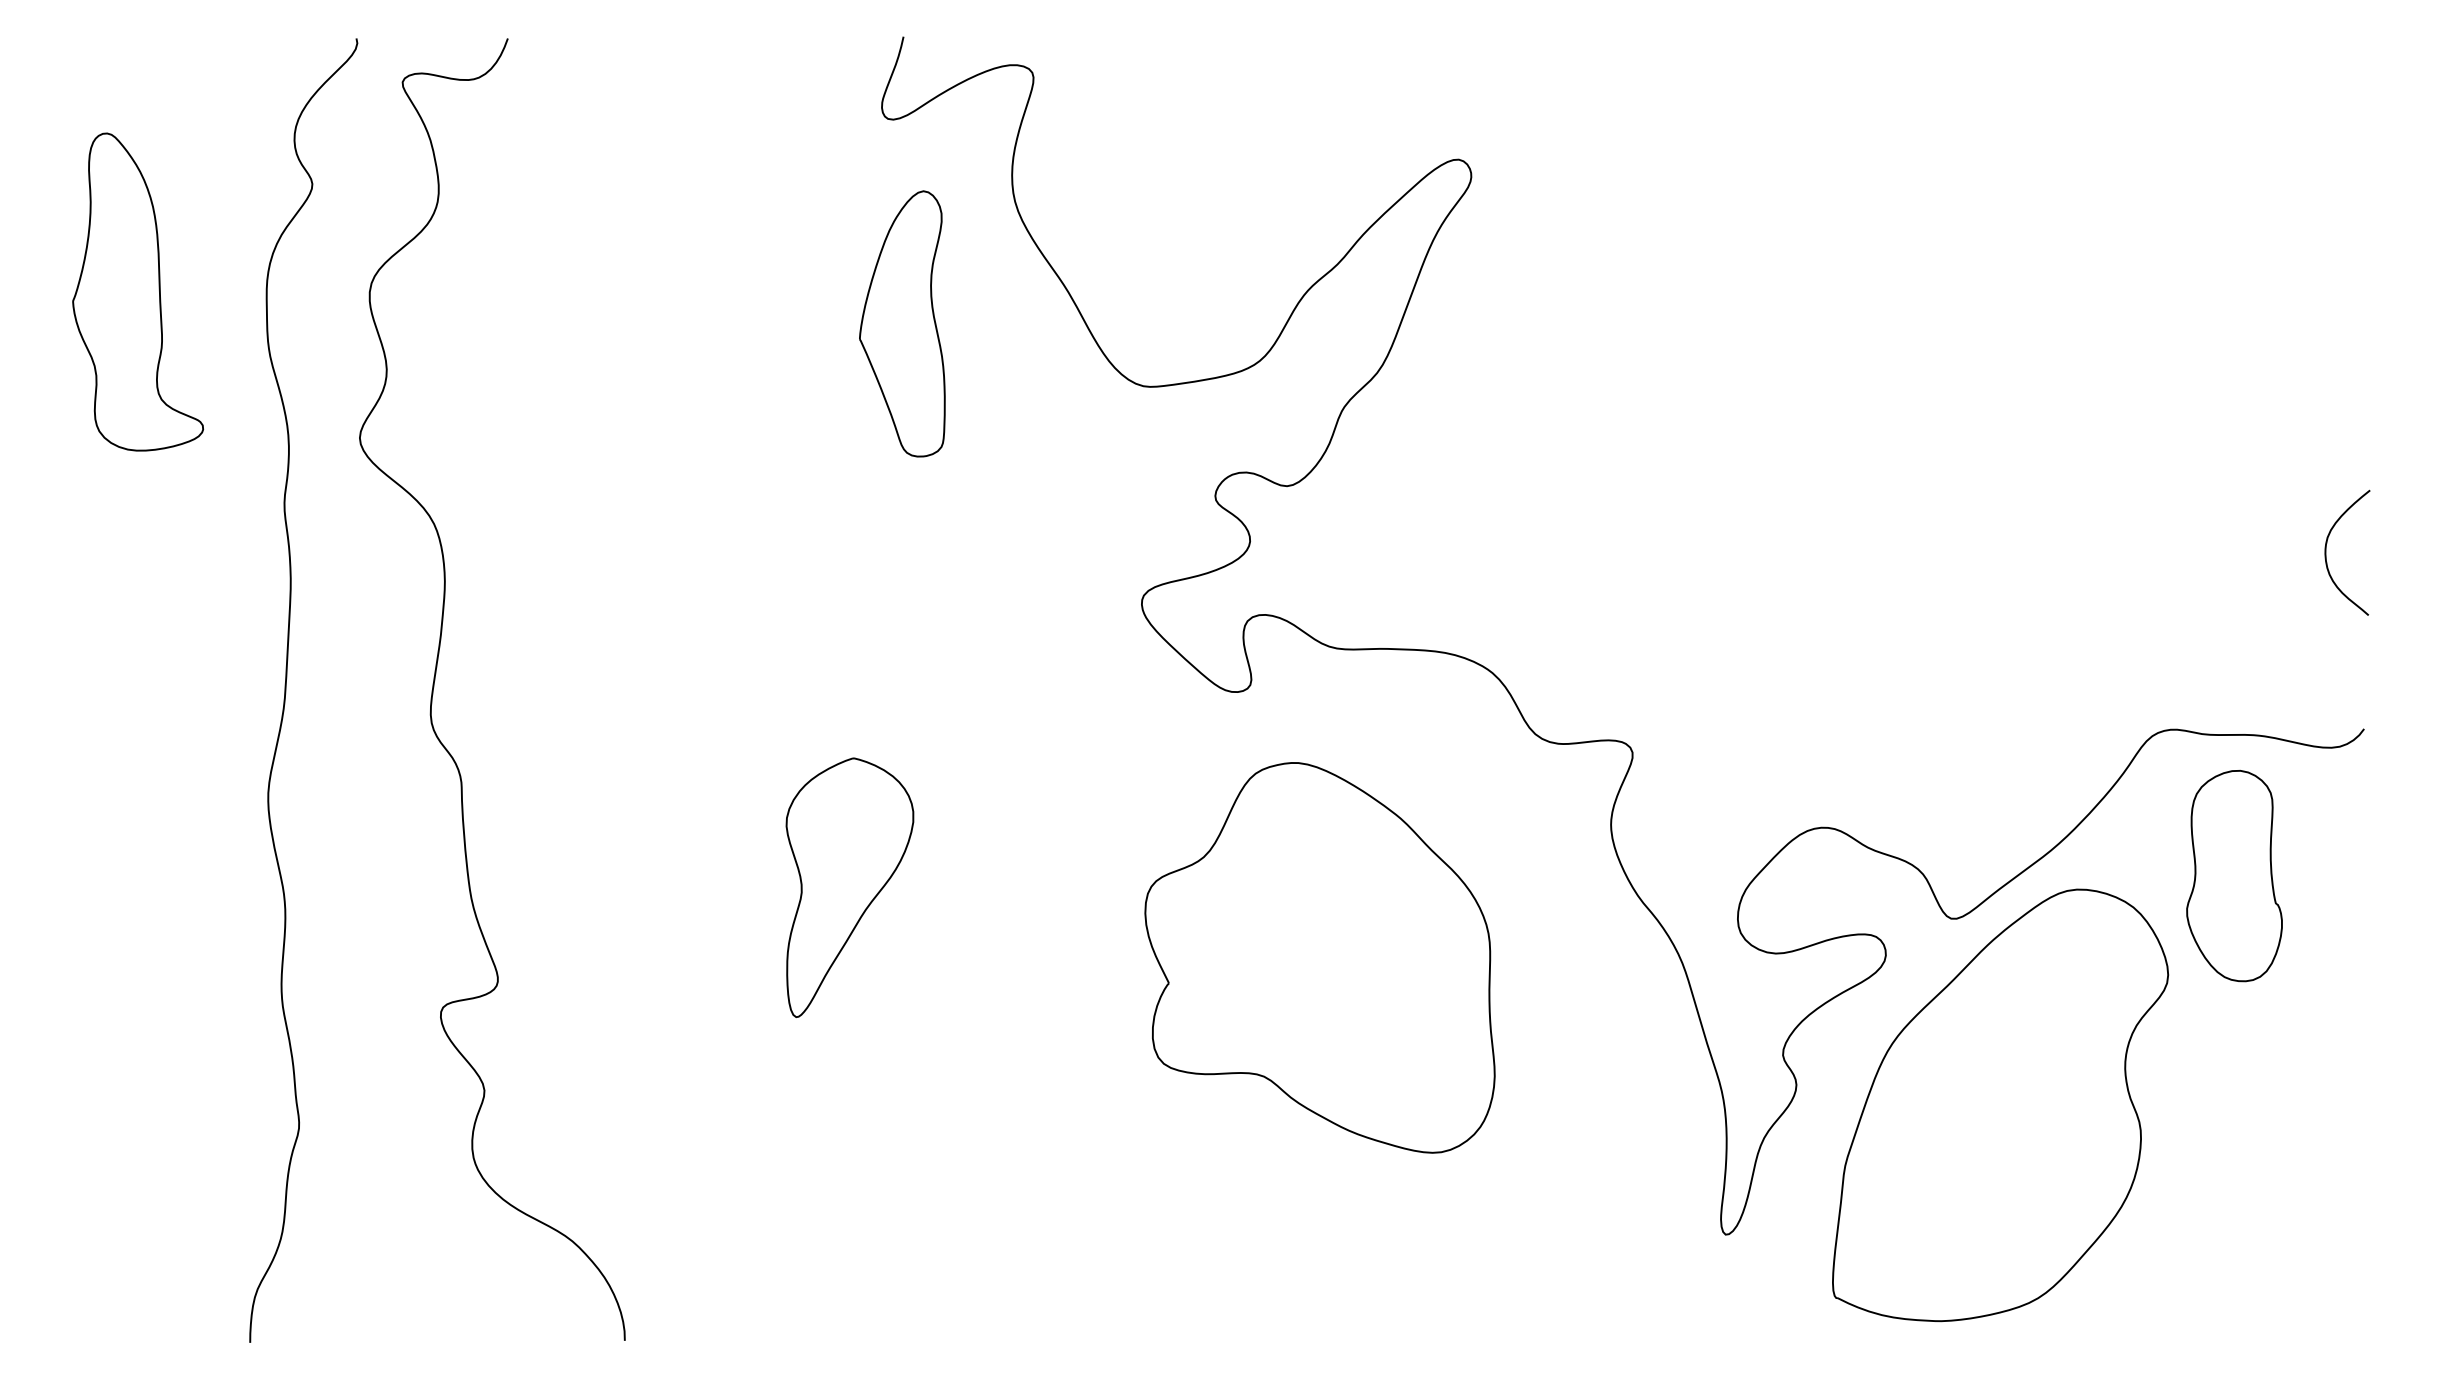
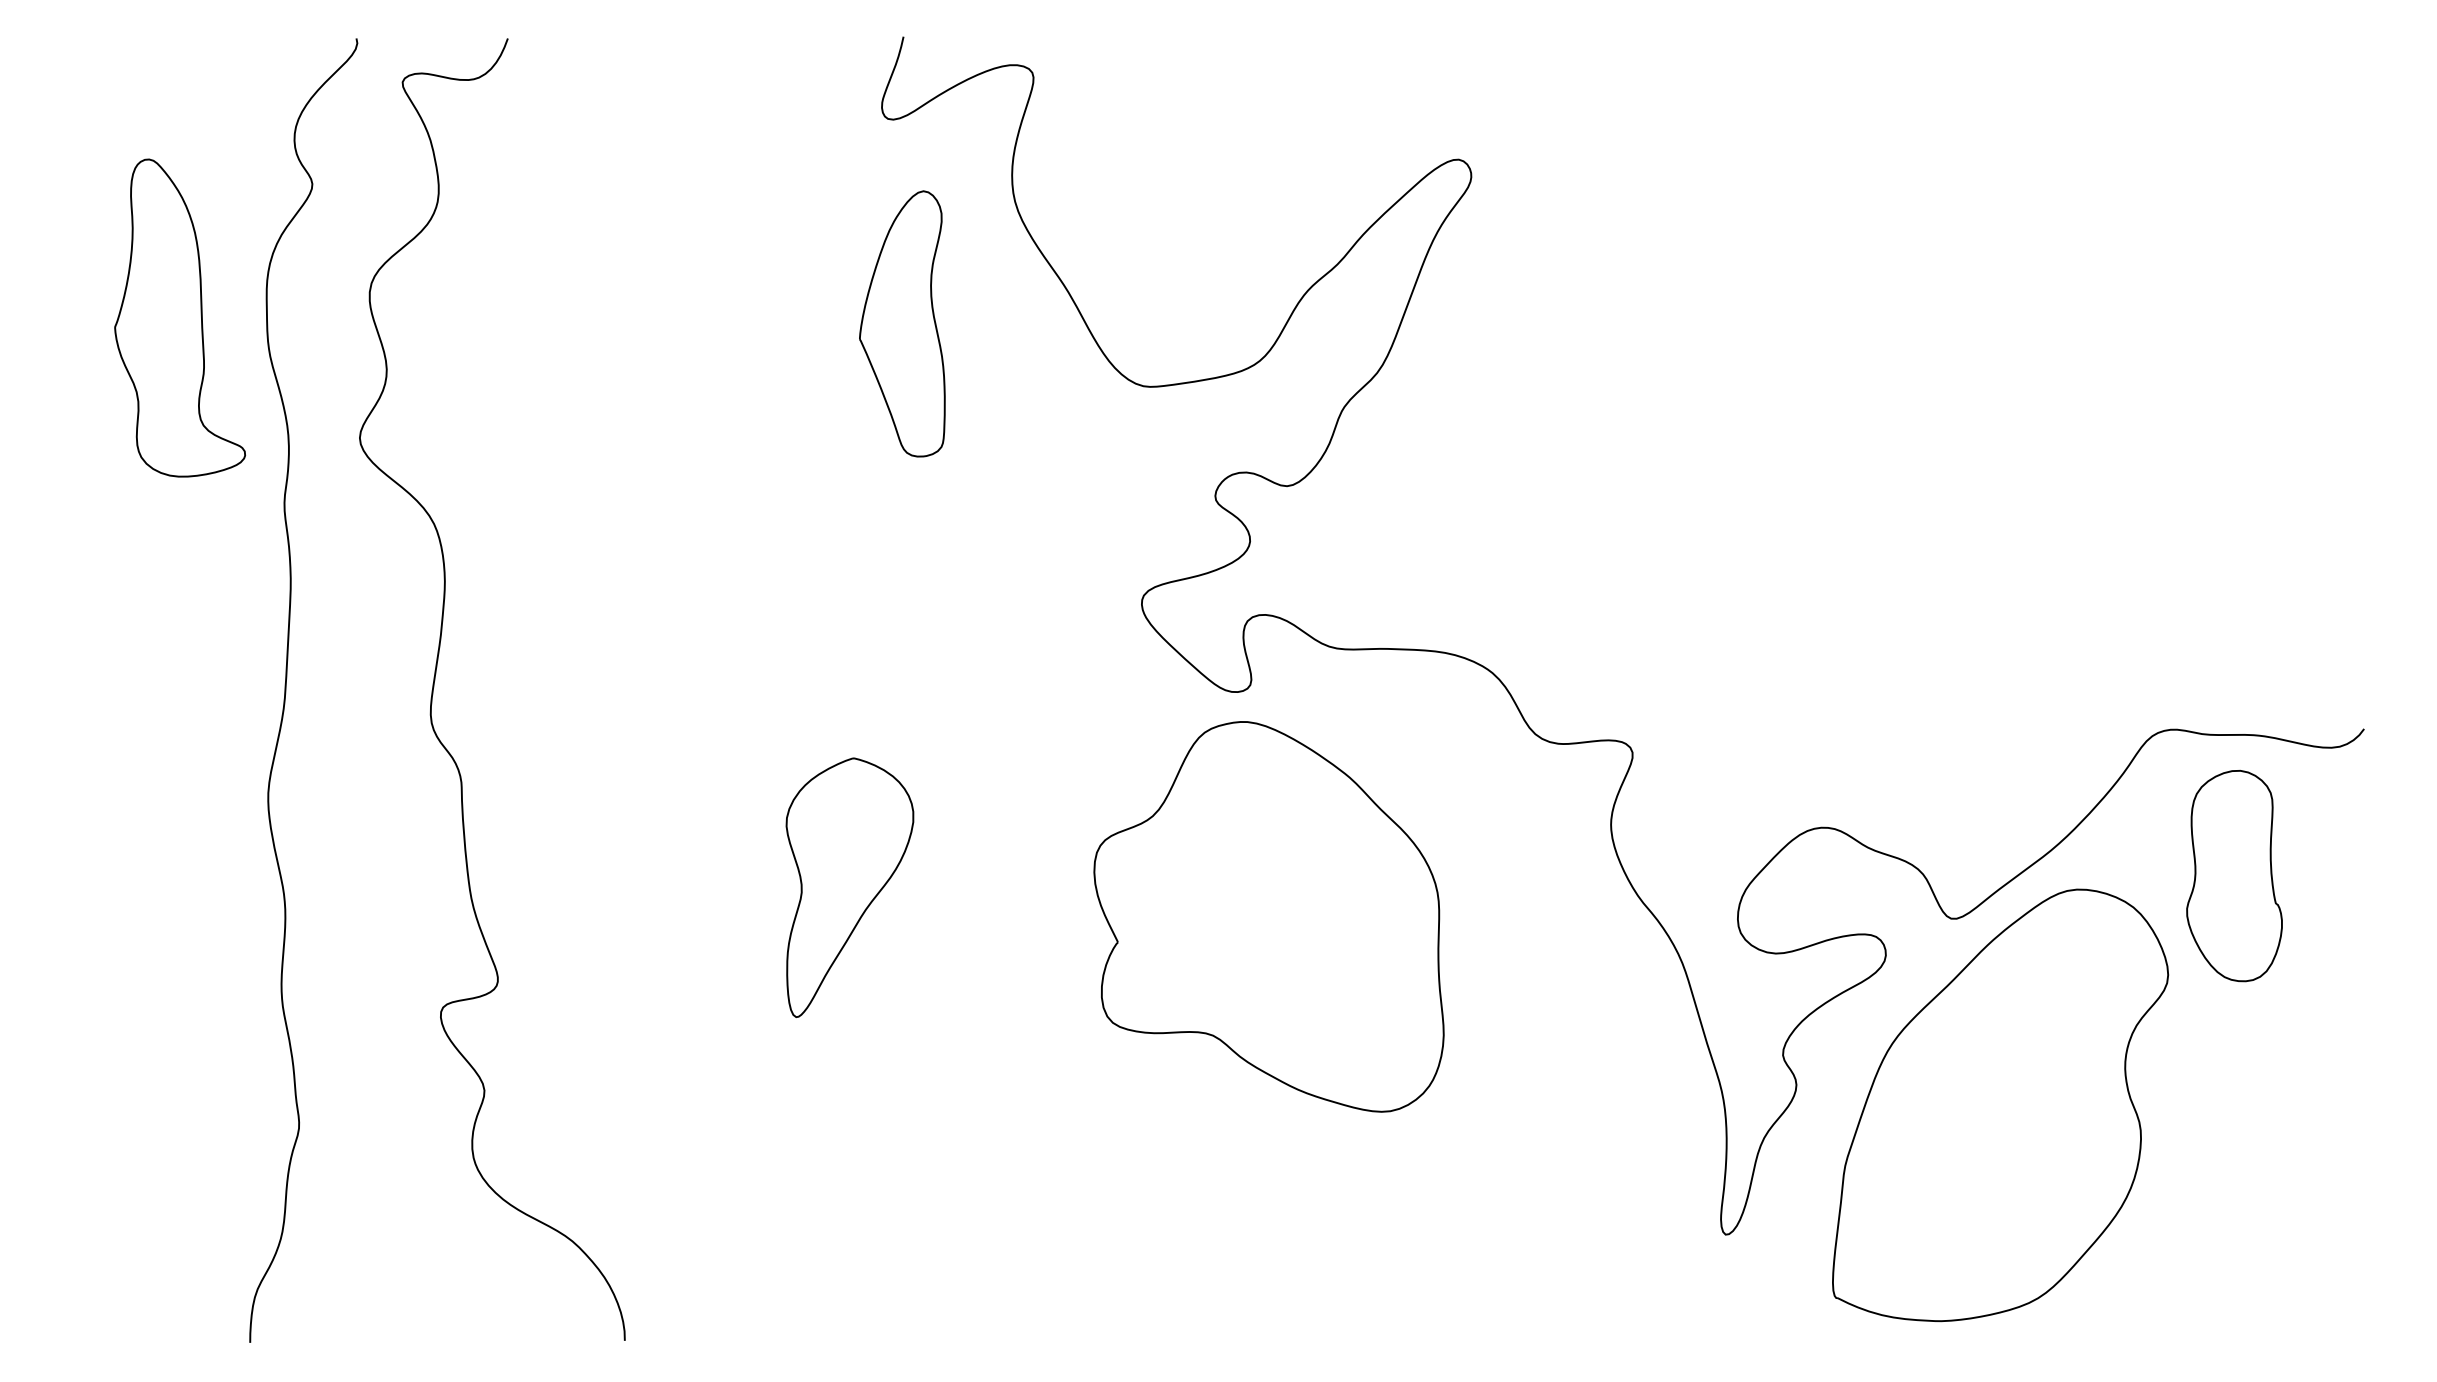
part at (138, 291) position: (138, 291) -> (180, 317)
curve at (2326, 552): present -> none
part at (1319, 957) position: (1319, 957) -> (1268, 916)
